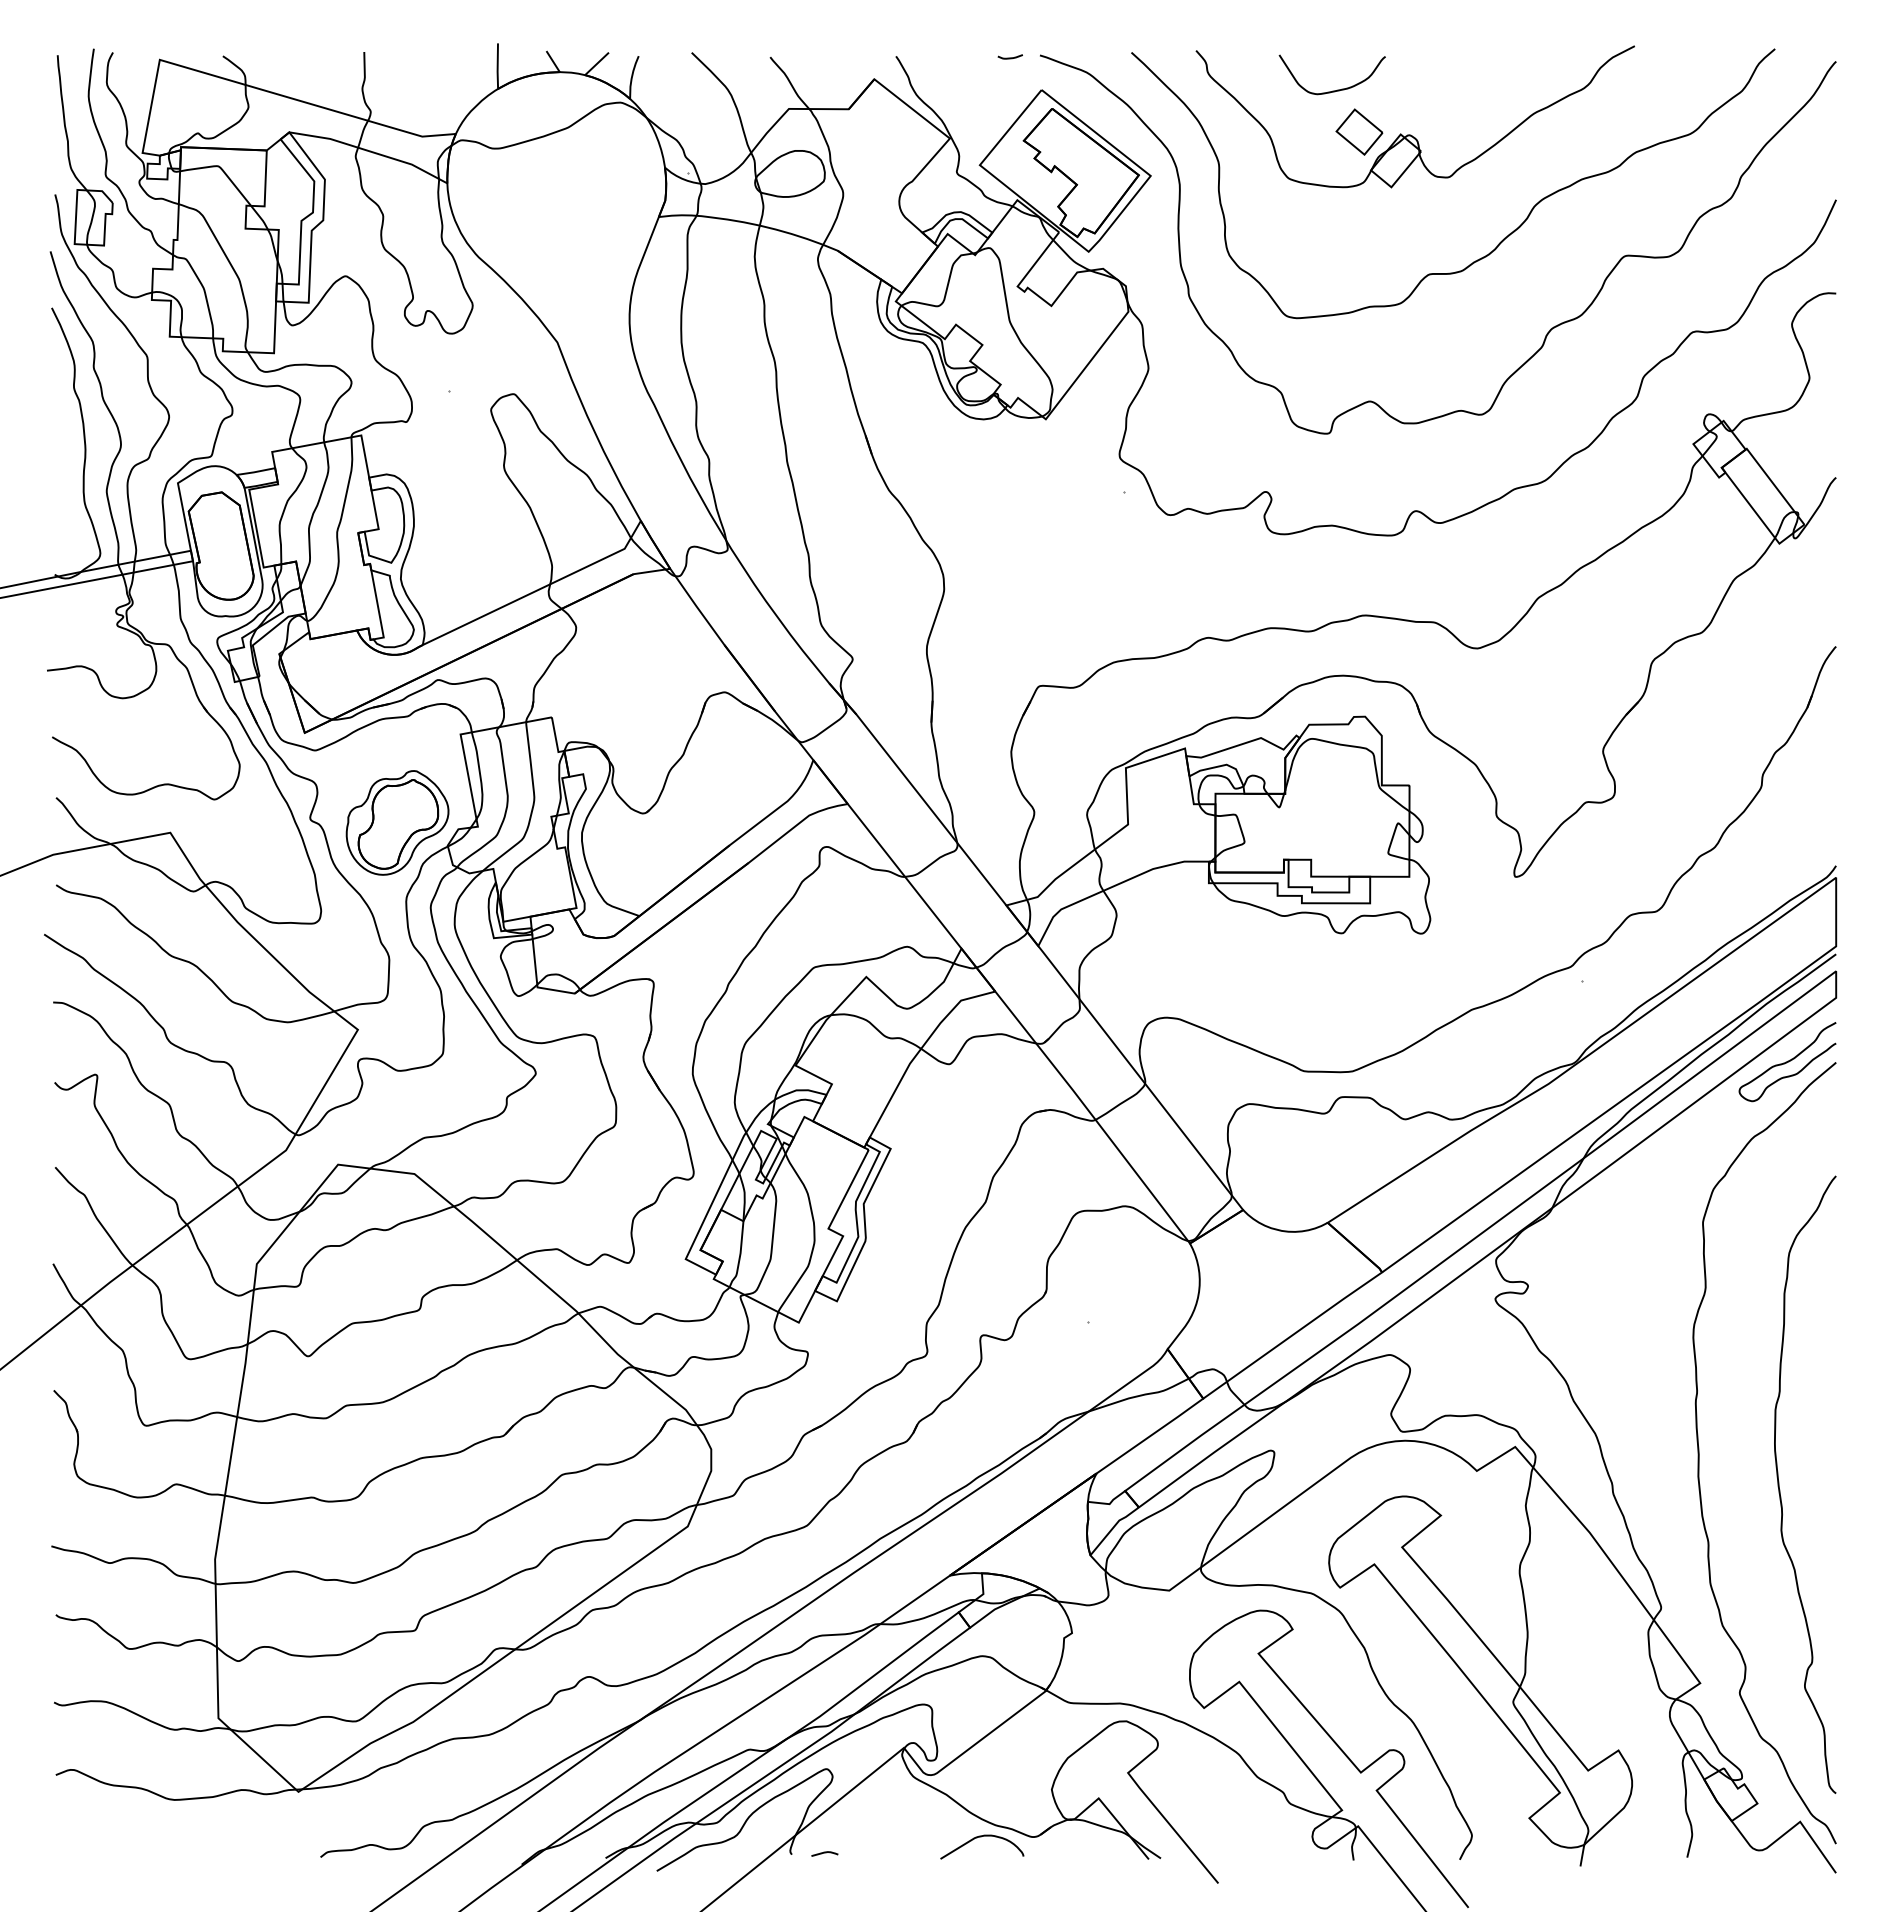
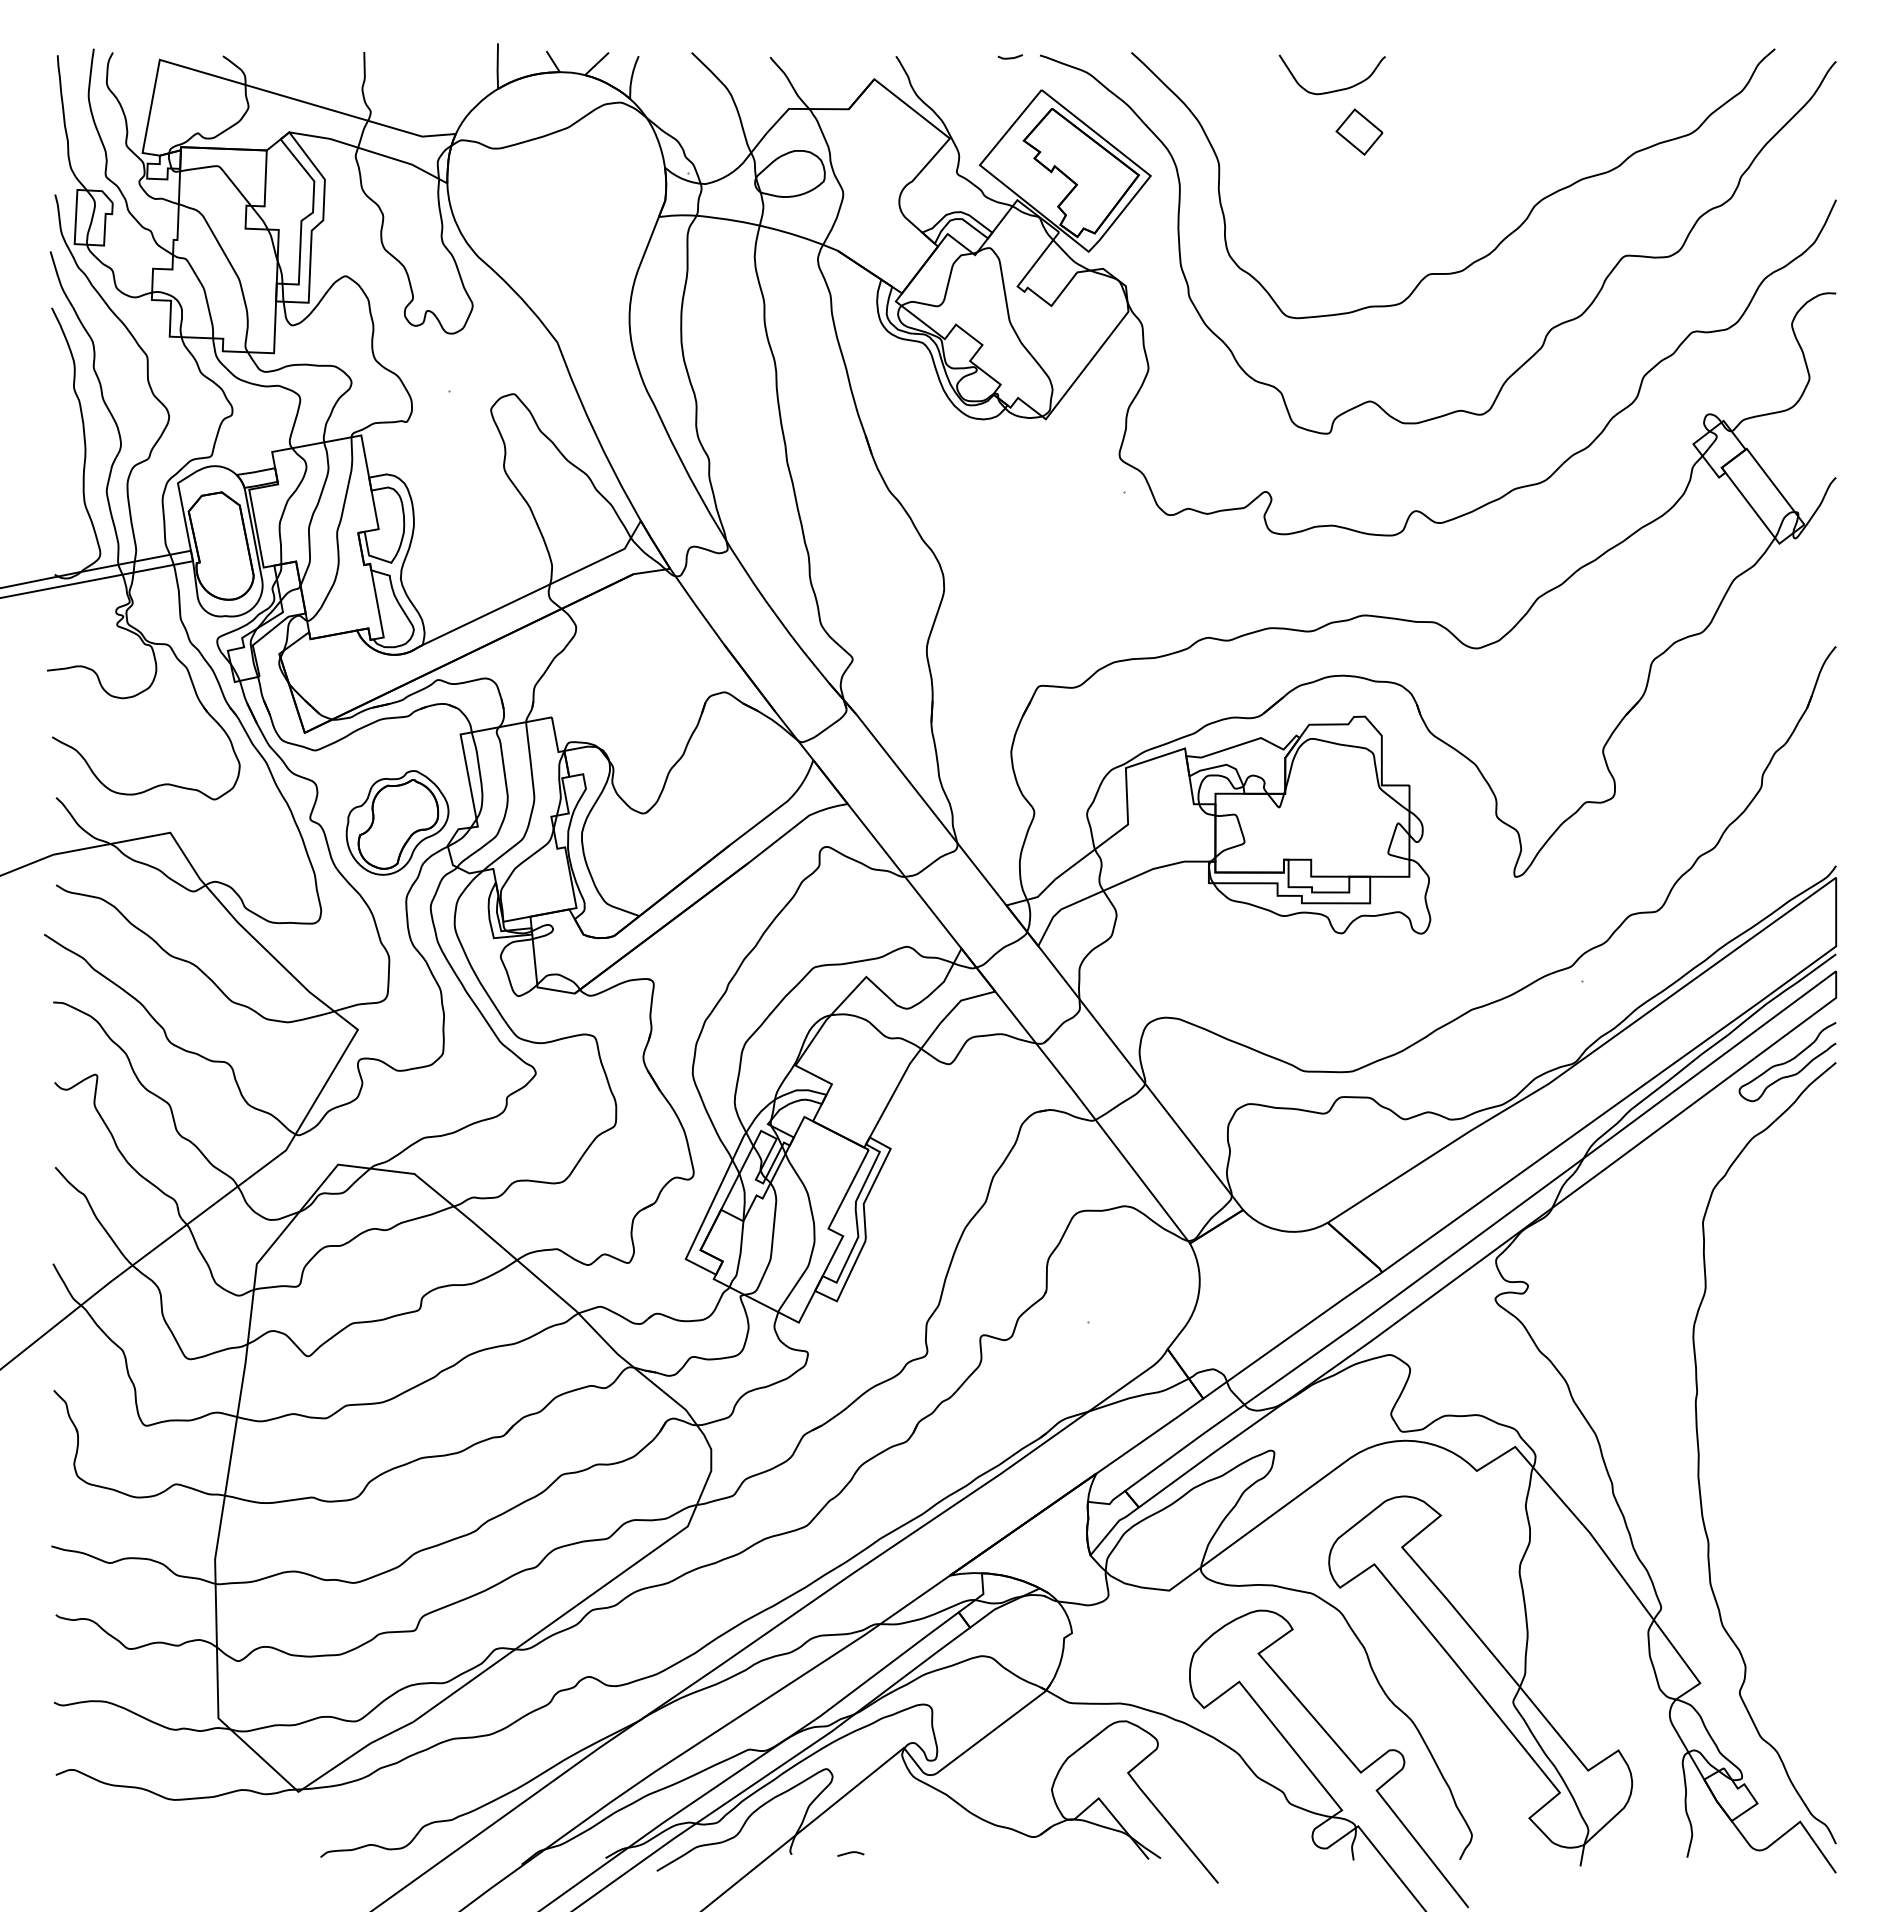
part at (1410, 134): present -> none
curve at (1780, 1489): present -> none
curve at (981, 1837): present -> none
curve at (824, 1853) position: (824, 1853) -> (850, 1853)
